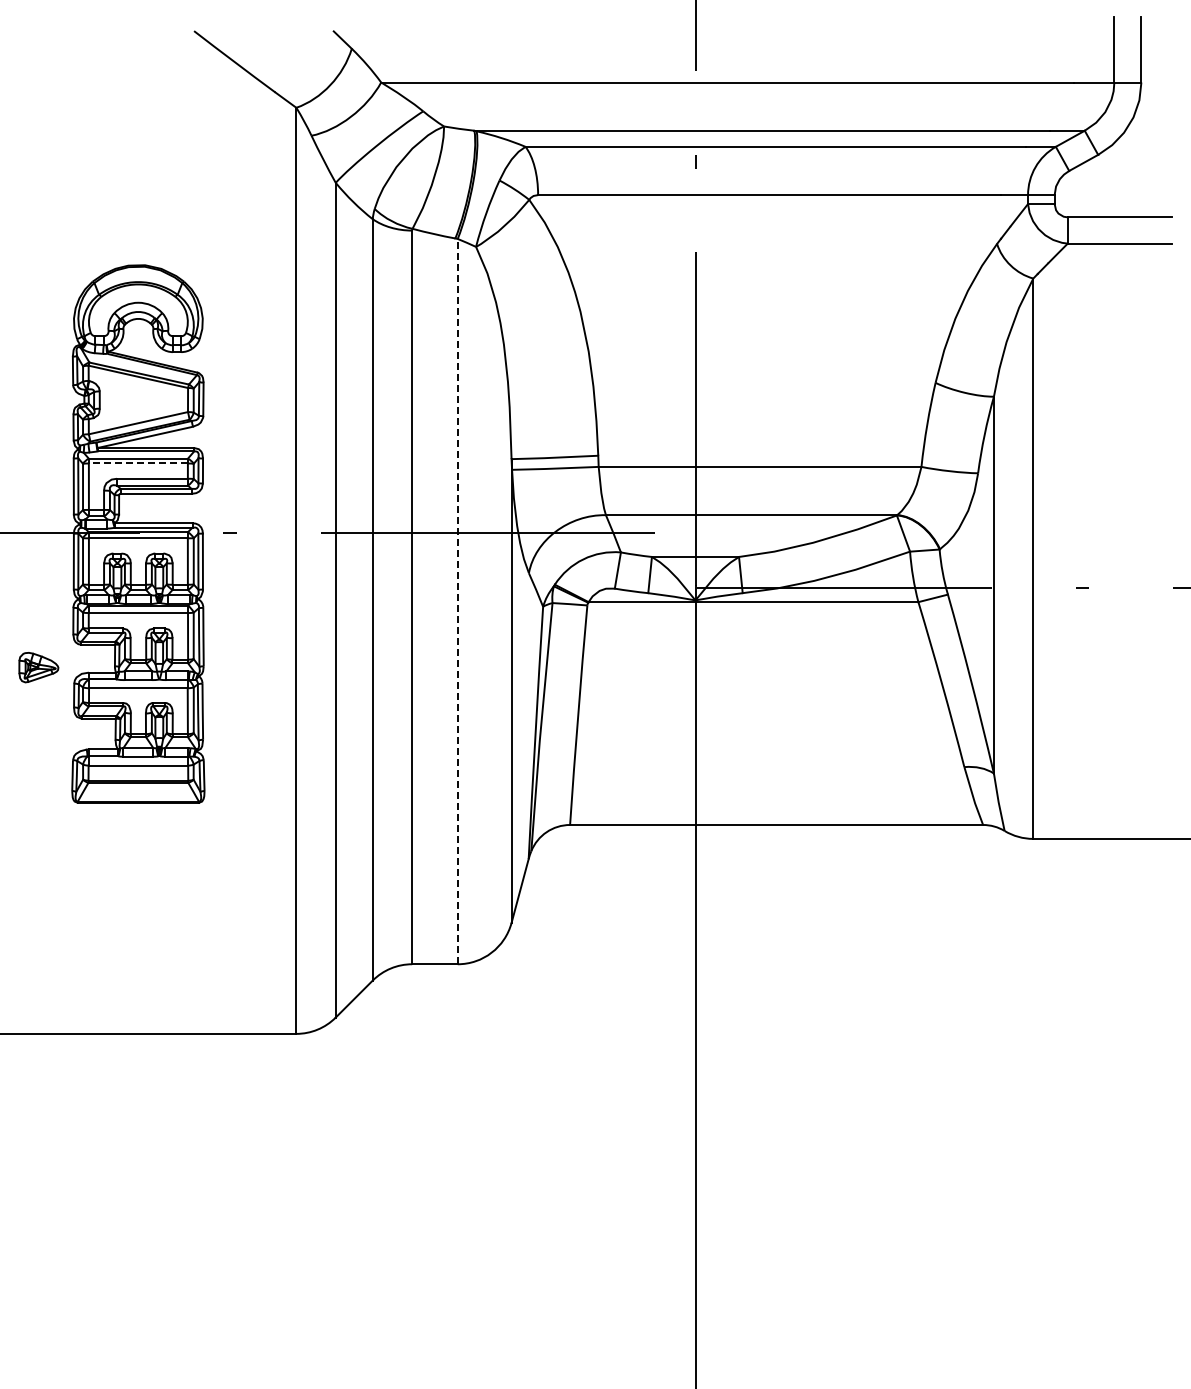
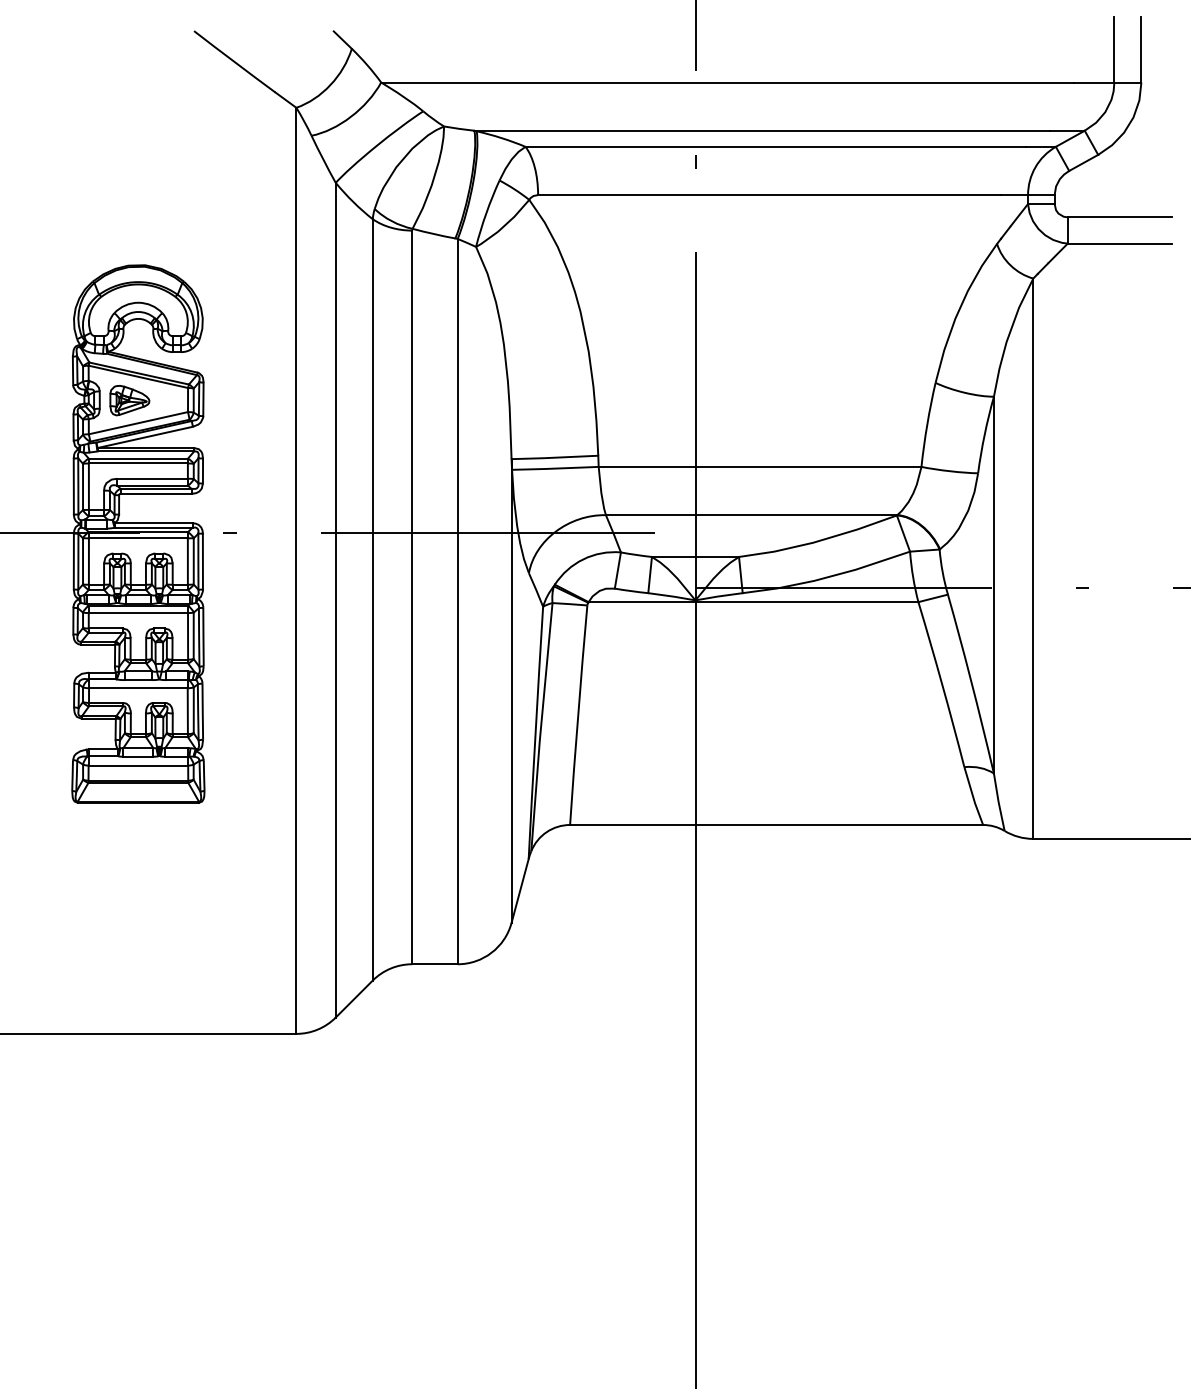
line at (138, 463): dashed -> solid
line at (457, 601): dashed -> solid
part at (38, 667) position: (38, 667) -> (129, 400)
